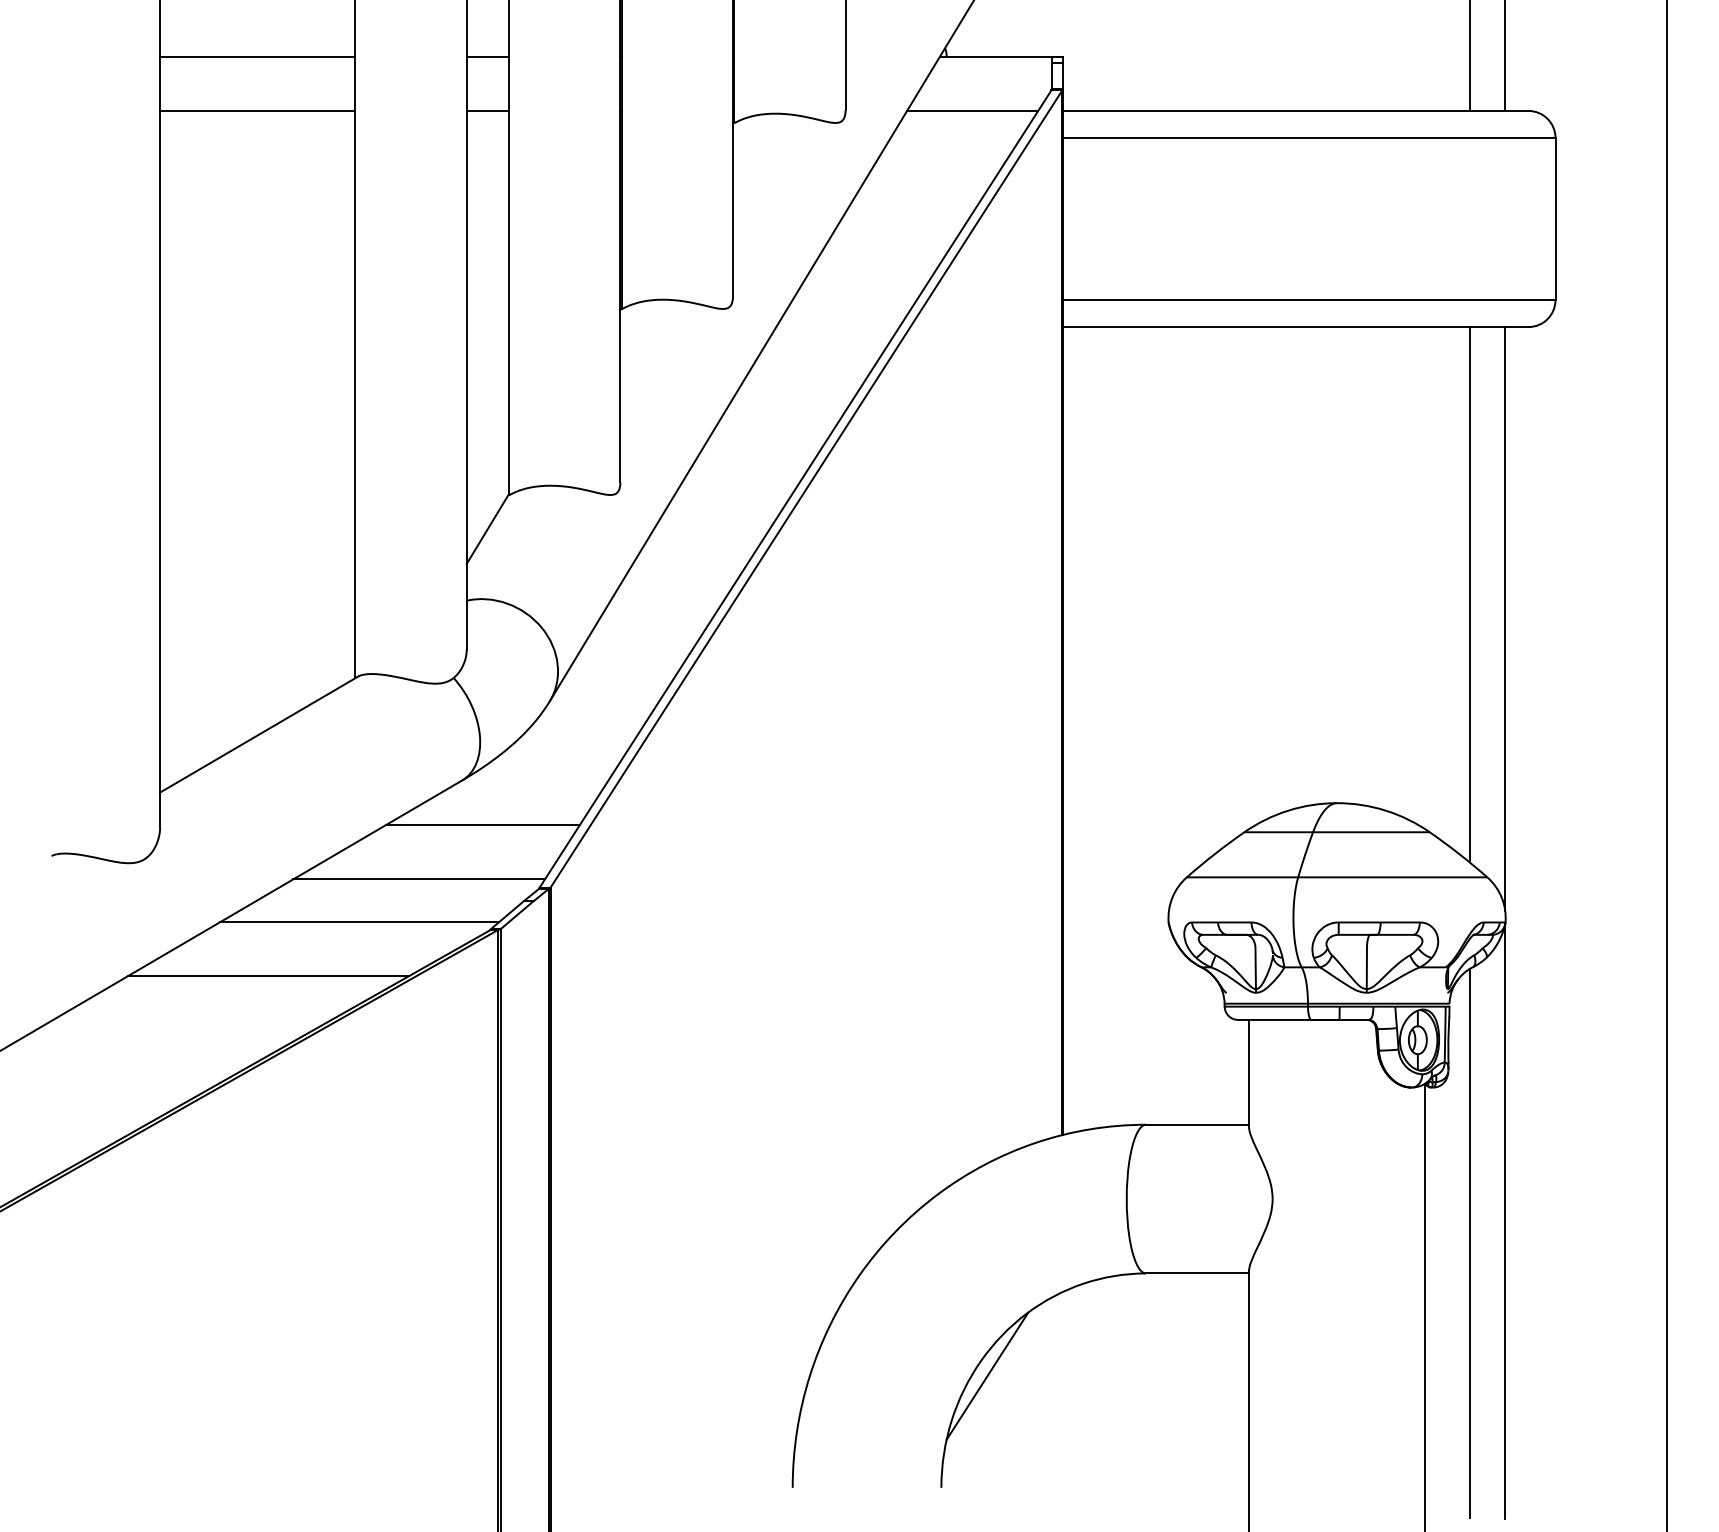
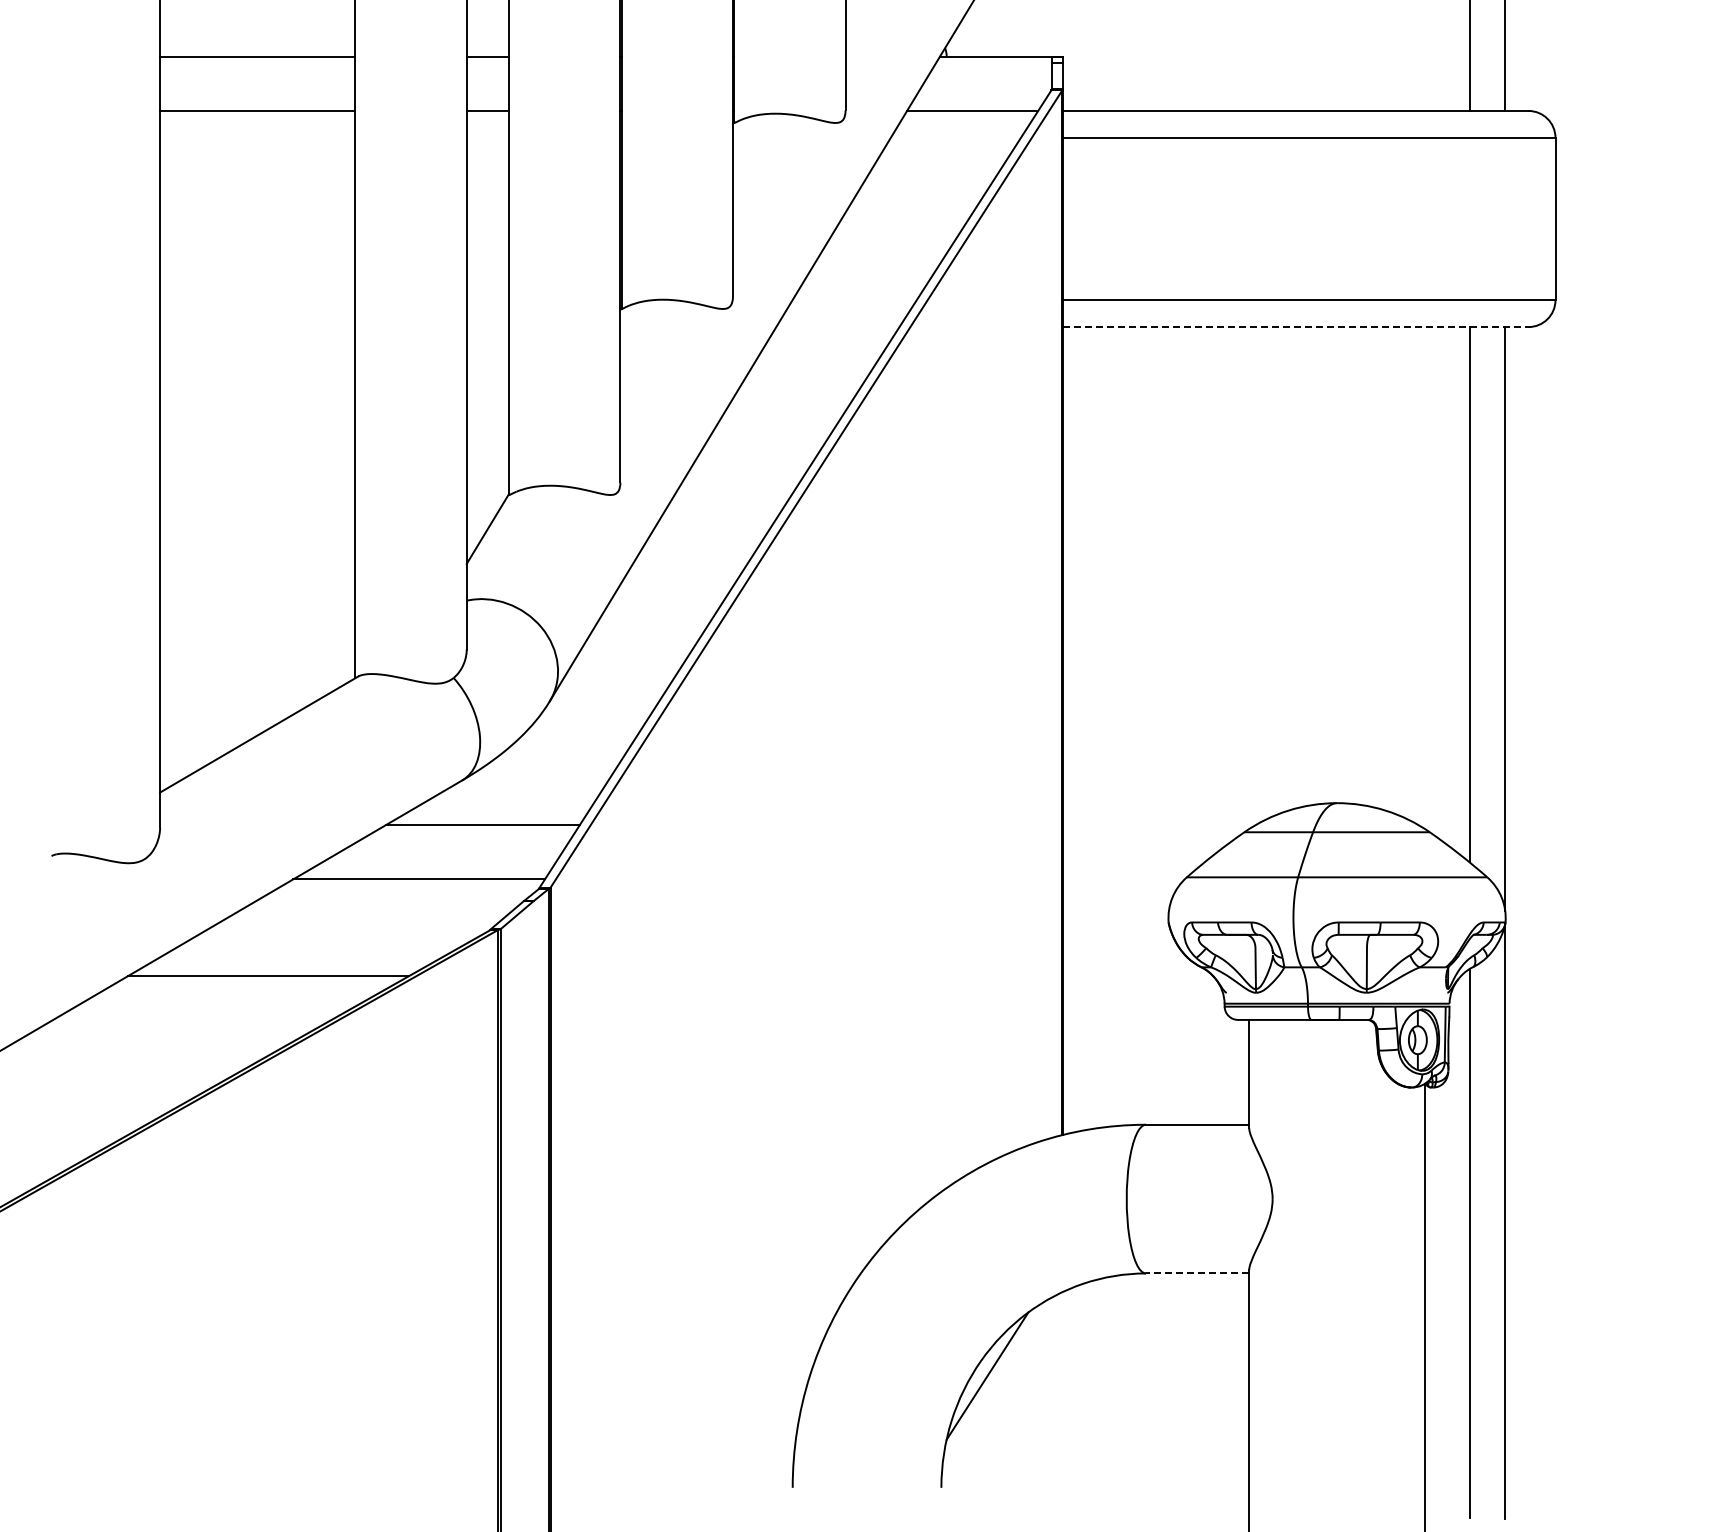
line at (1295, 327): solid -> dashed
line at (1667, 765): present -> none
line at (359, 922): present -> none
line at (1197, 1273): solid -> dashed
